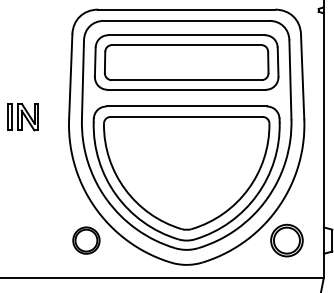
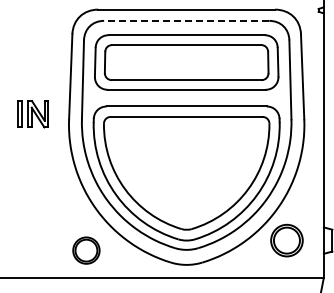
line at (186, 20): solid -> dashed
part at (22, 117) position: (22, 117) -> (32, 114)
part at (86, 240) position: (86, 240) -> (86, 250)
